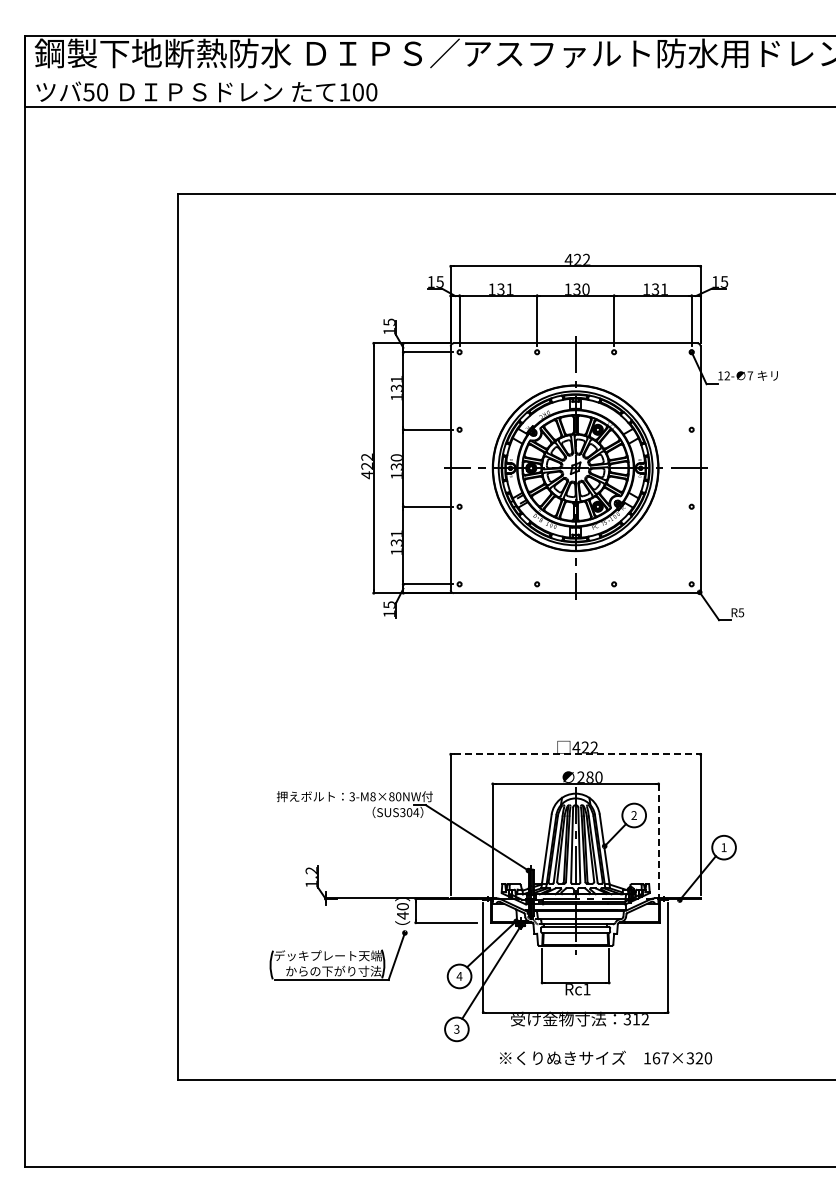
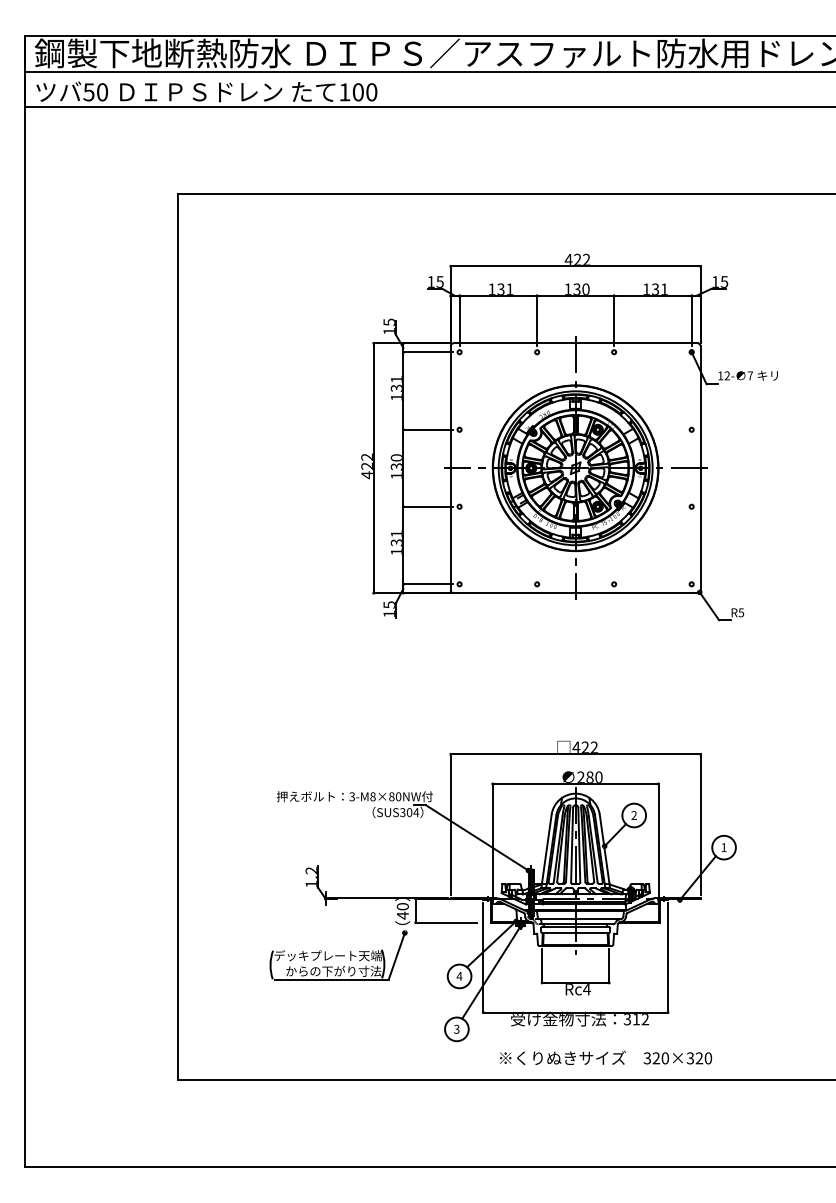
line at (428, 71): none -> present
line at (575, 754): dashed -> solid
line at (658, 841): dashed -> solid
text at (586, 989): Rc1 -> Rc4
text at (655, 1058): 167×320 -> 320×320
